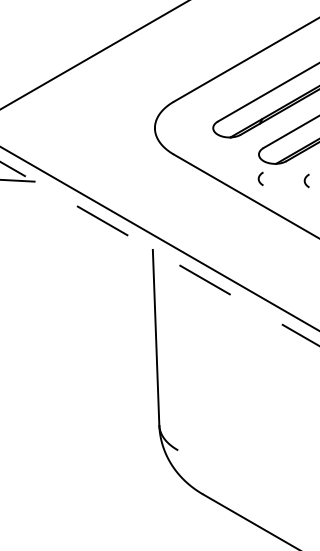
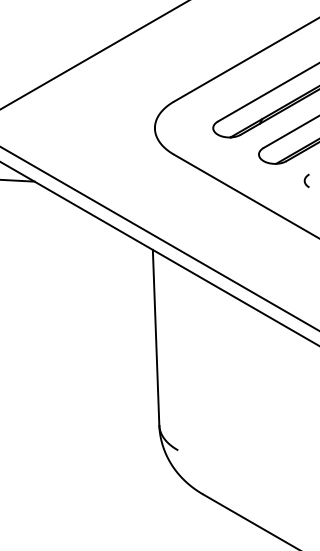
curve at (259, 178): present -> none
line at (160, 254): dashed -> solid
